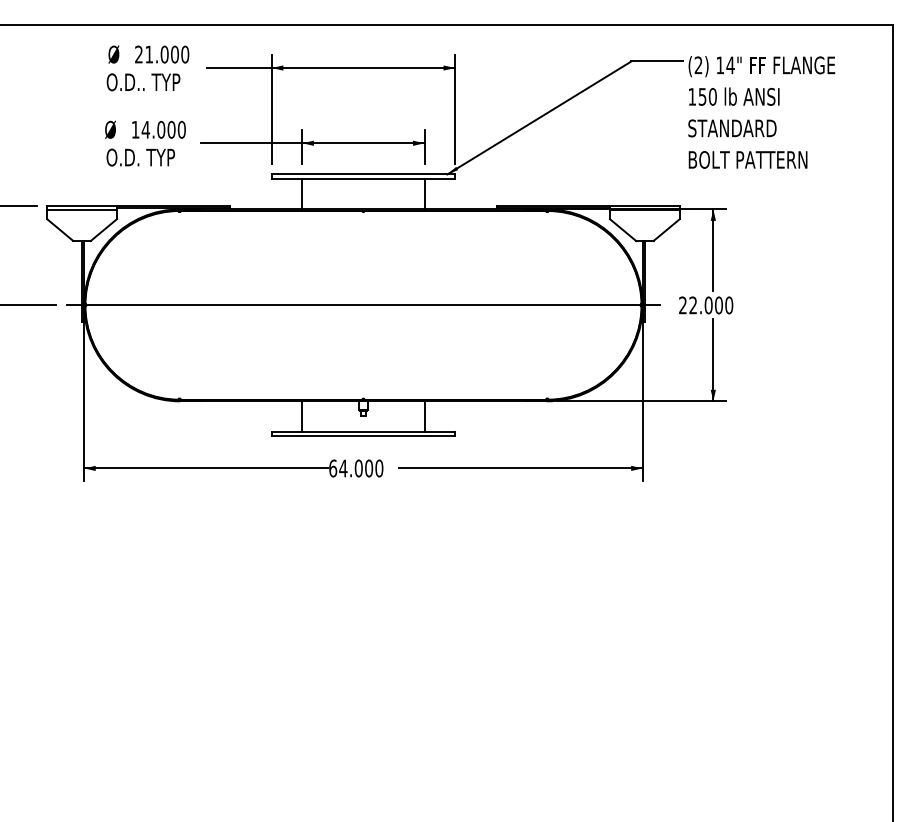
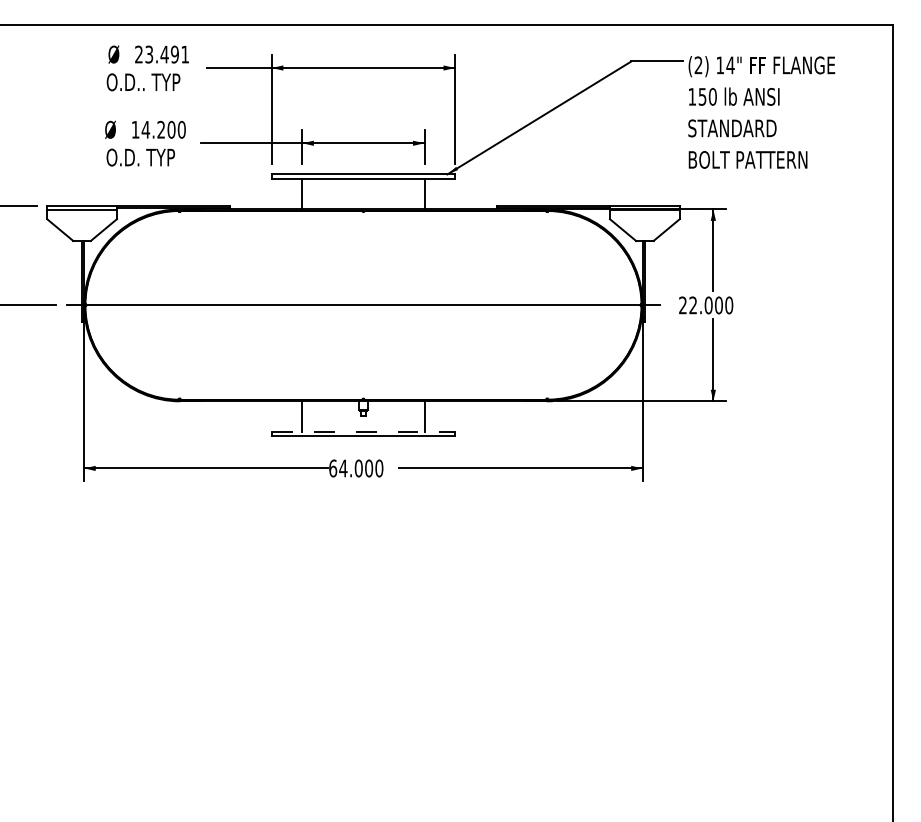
text at (167, 54): 21.000 -> 23.491
text at (161, 129): 14.000 -> 14.200
line at (363, 431): solid -> dashed
